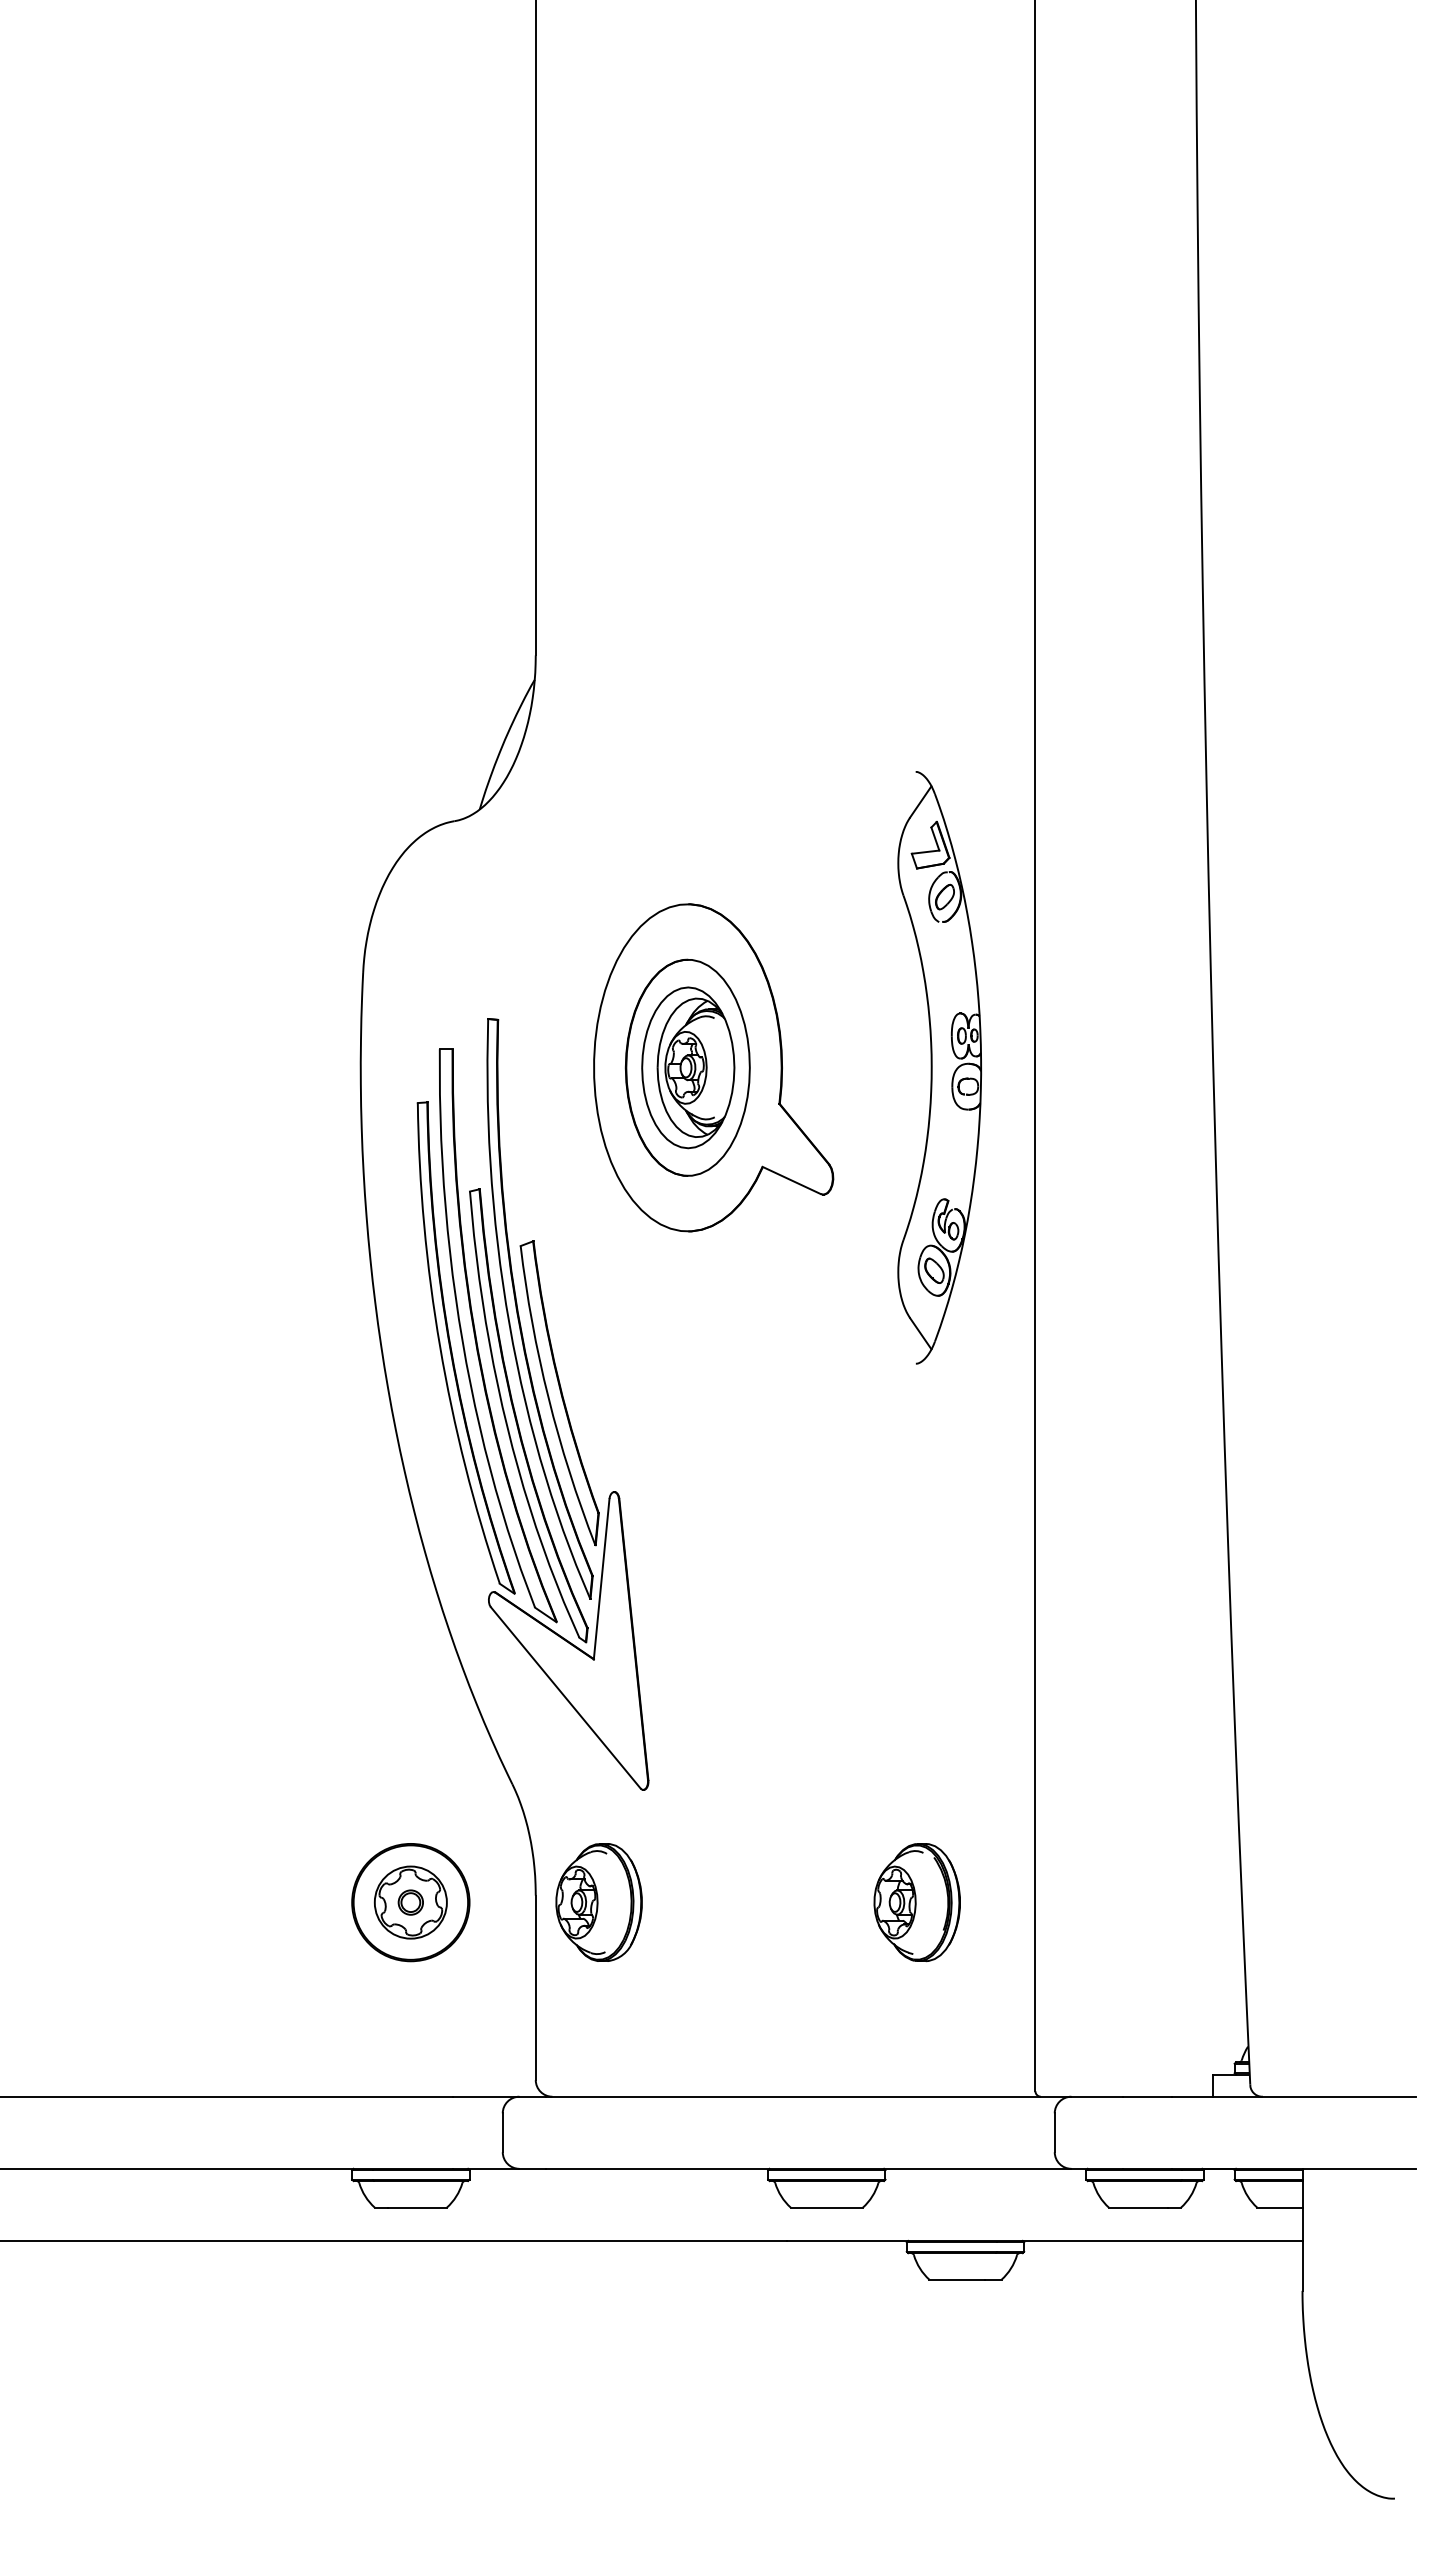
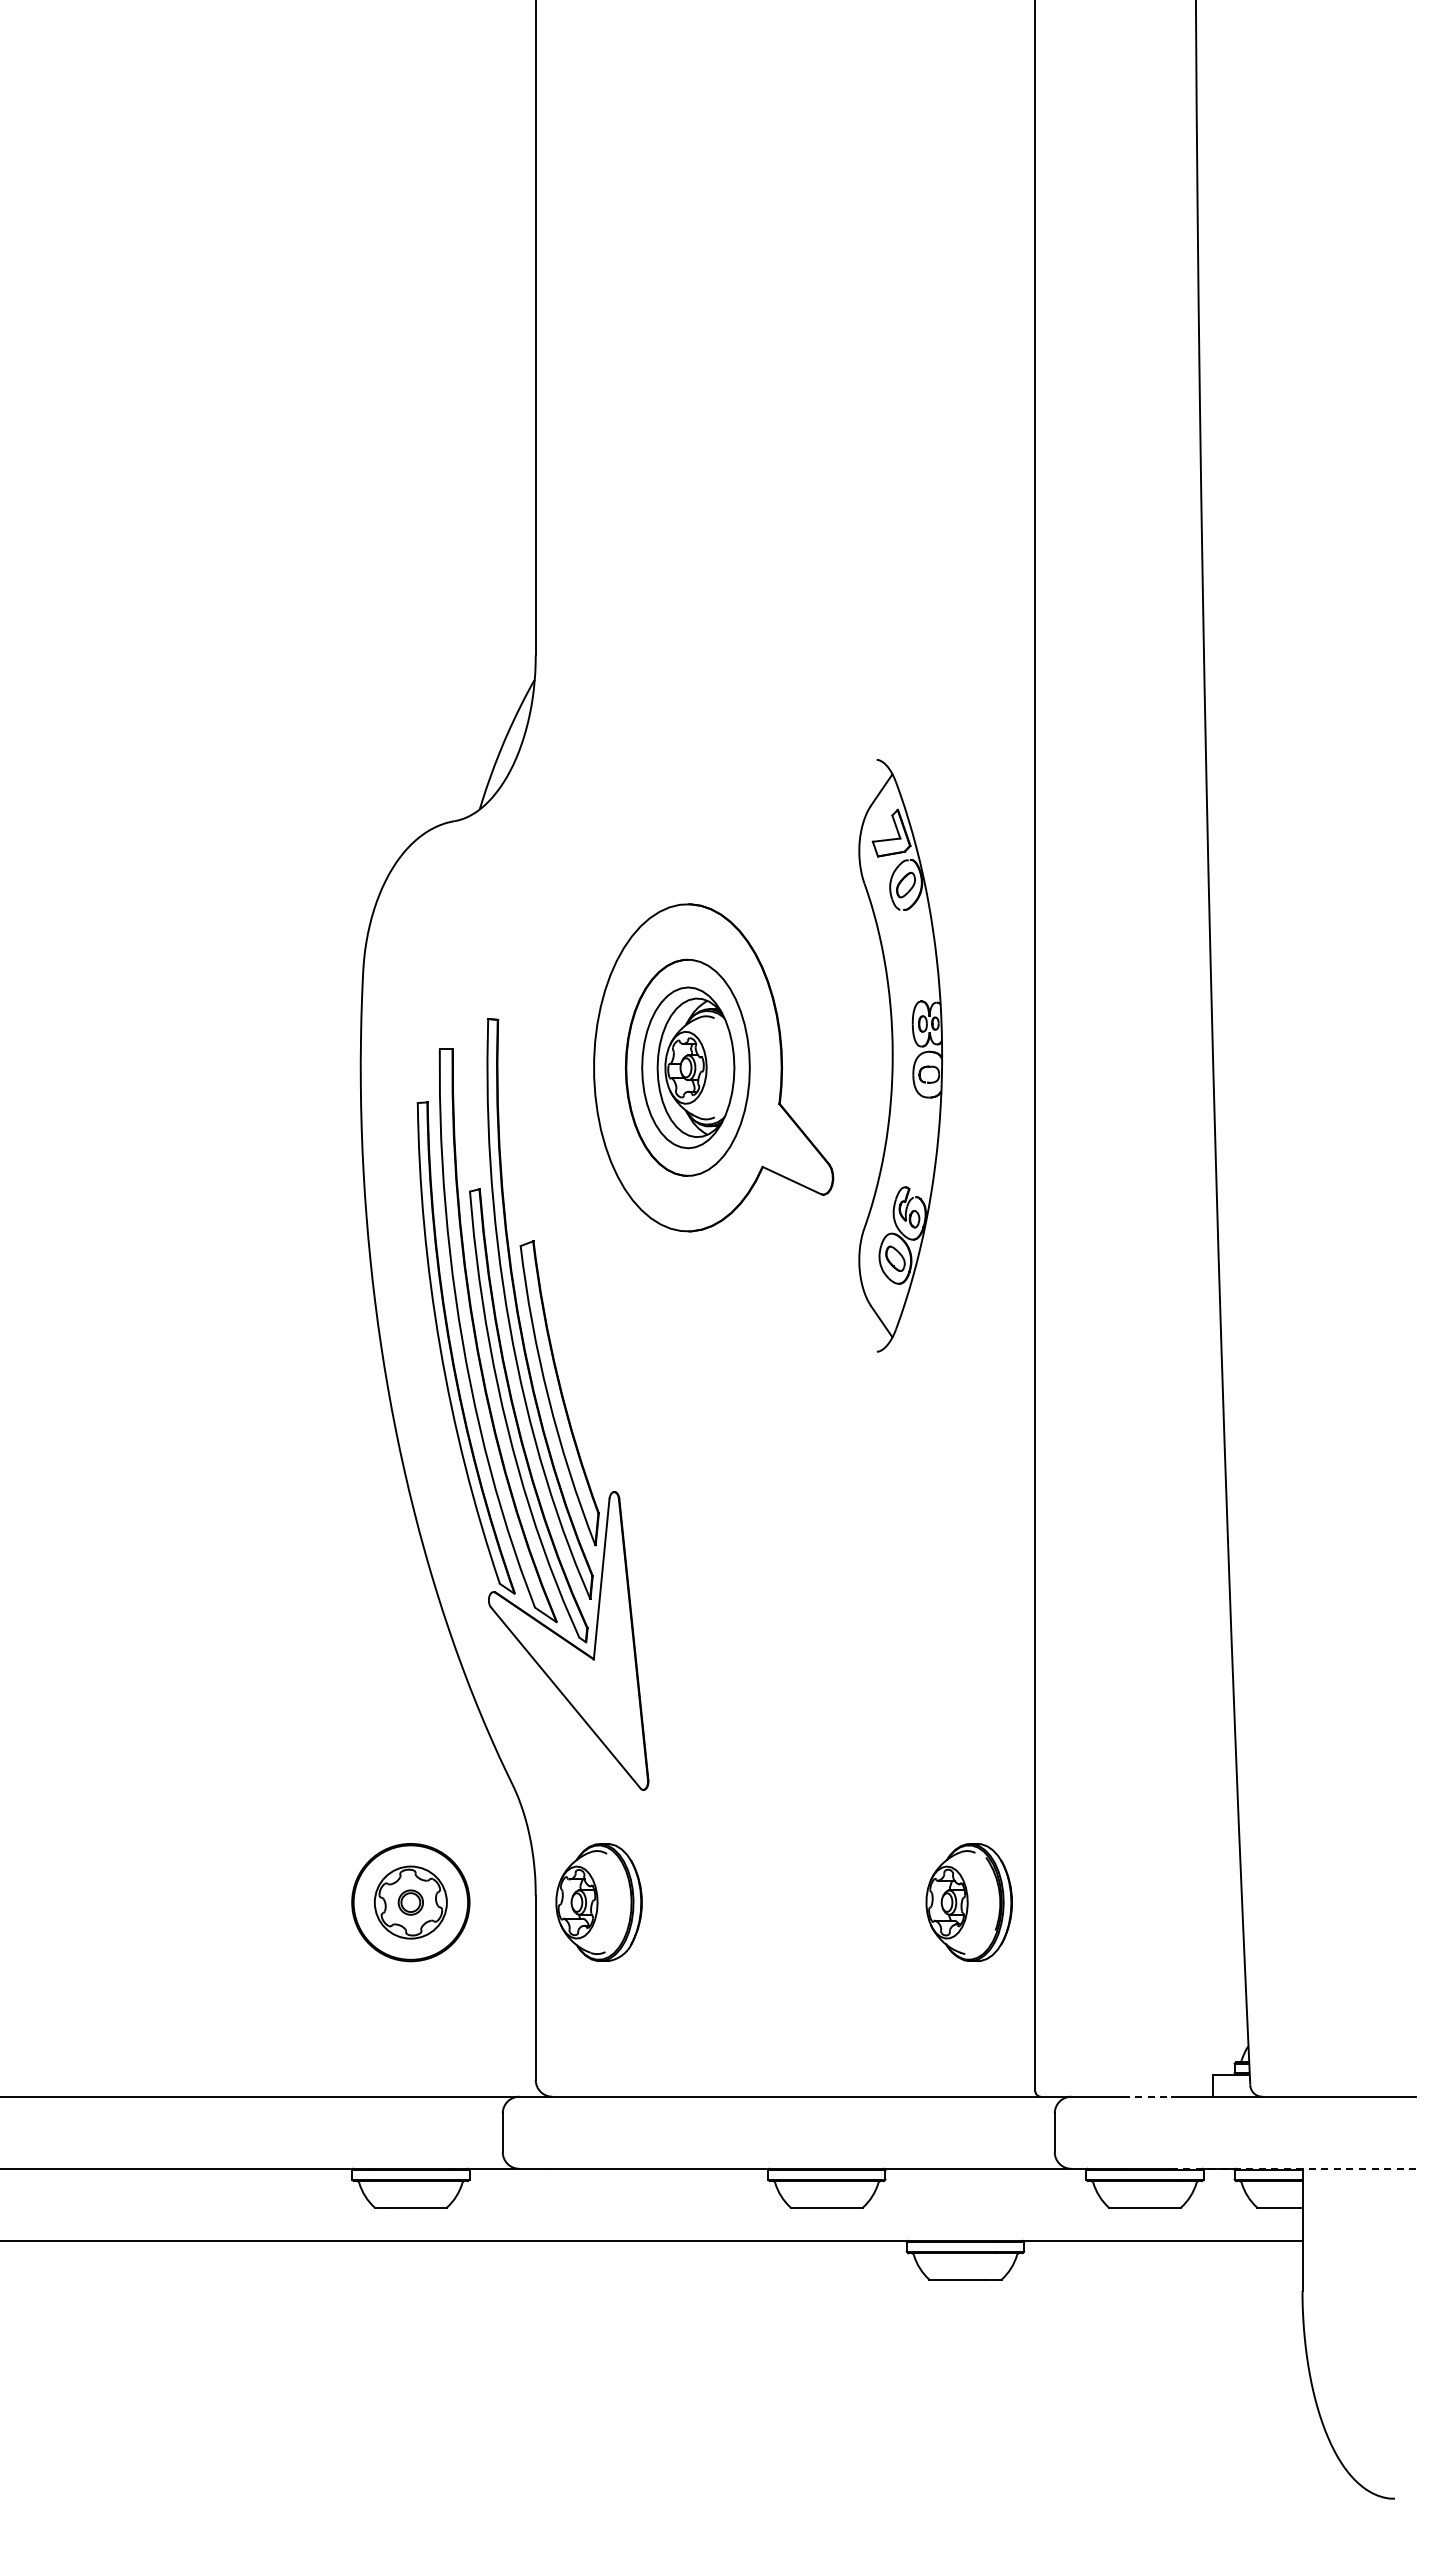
part at (939, 1067) position: (939, 1067) -> (900, 1055)
part at (916, 1902) position: (916, 1902) -> (968, 1902)
line at (1147, 2096): solid -> dashed
line at (1294, 2168): solid -> dashed
